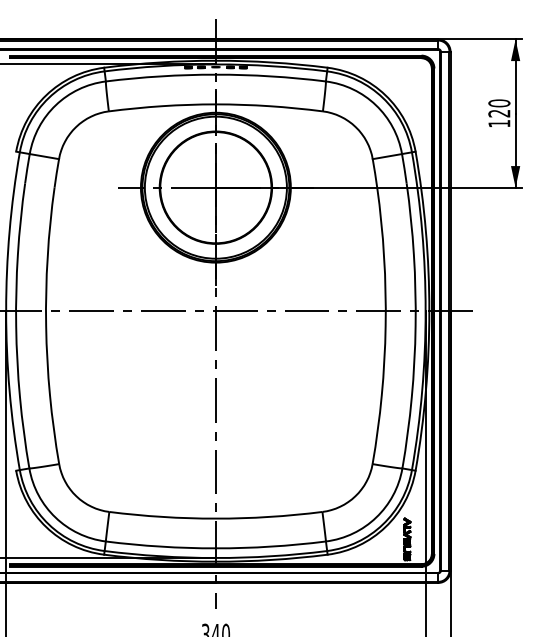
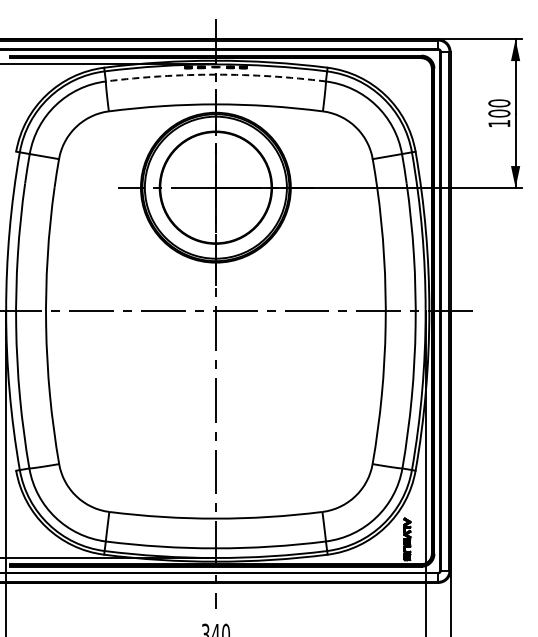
arc at (215, 74): solid -> dashed
text at (499, 113): 120 -> 100
